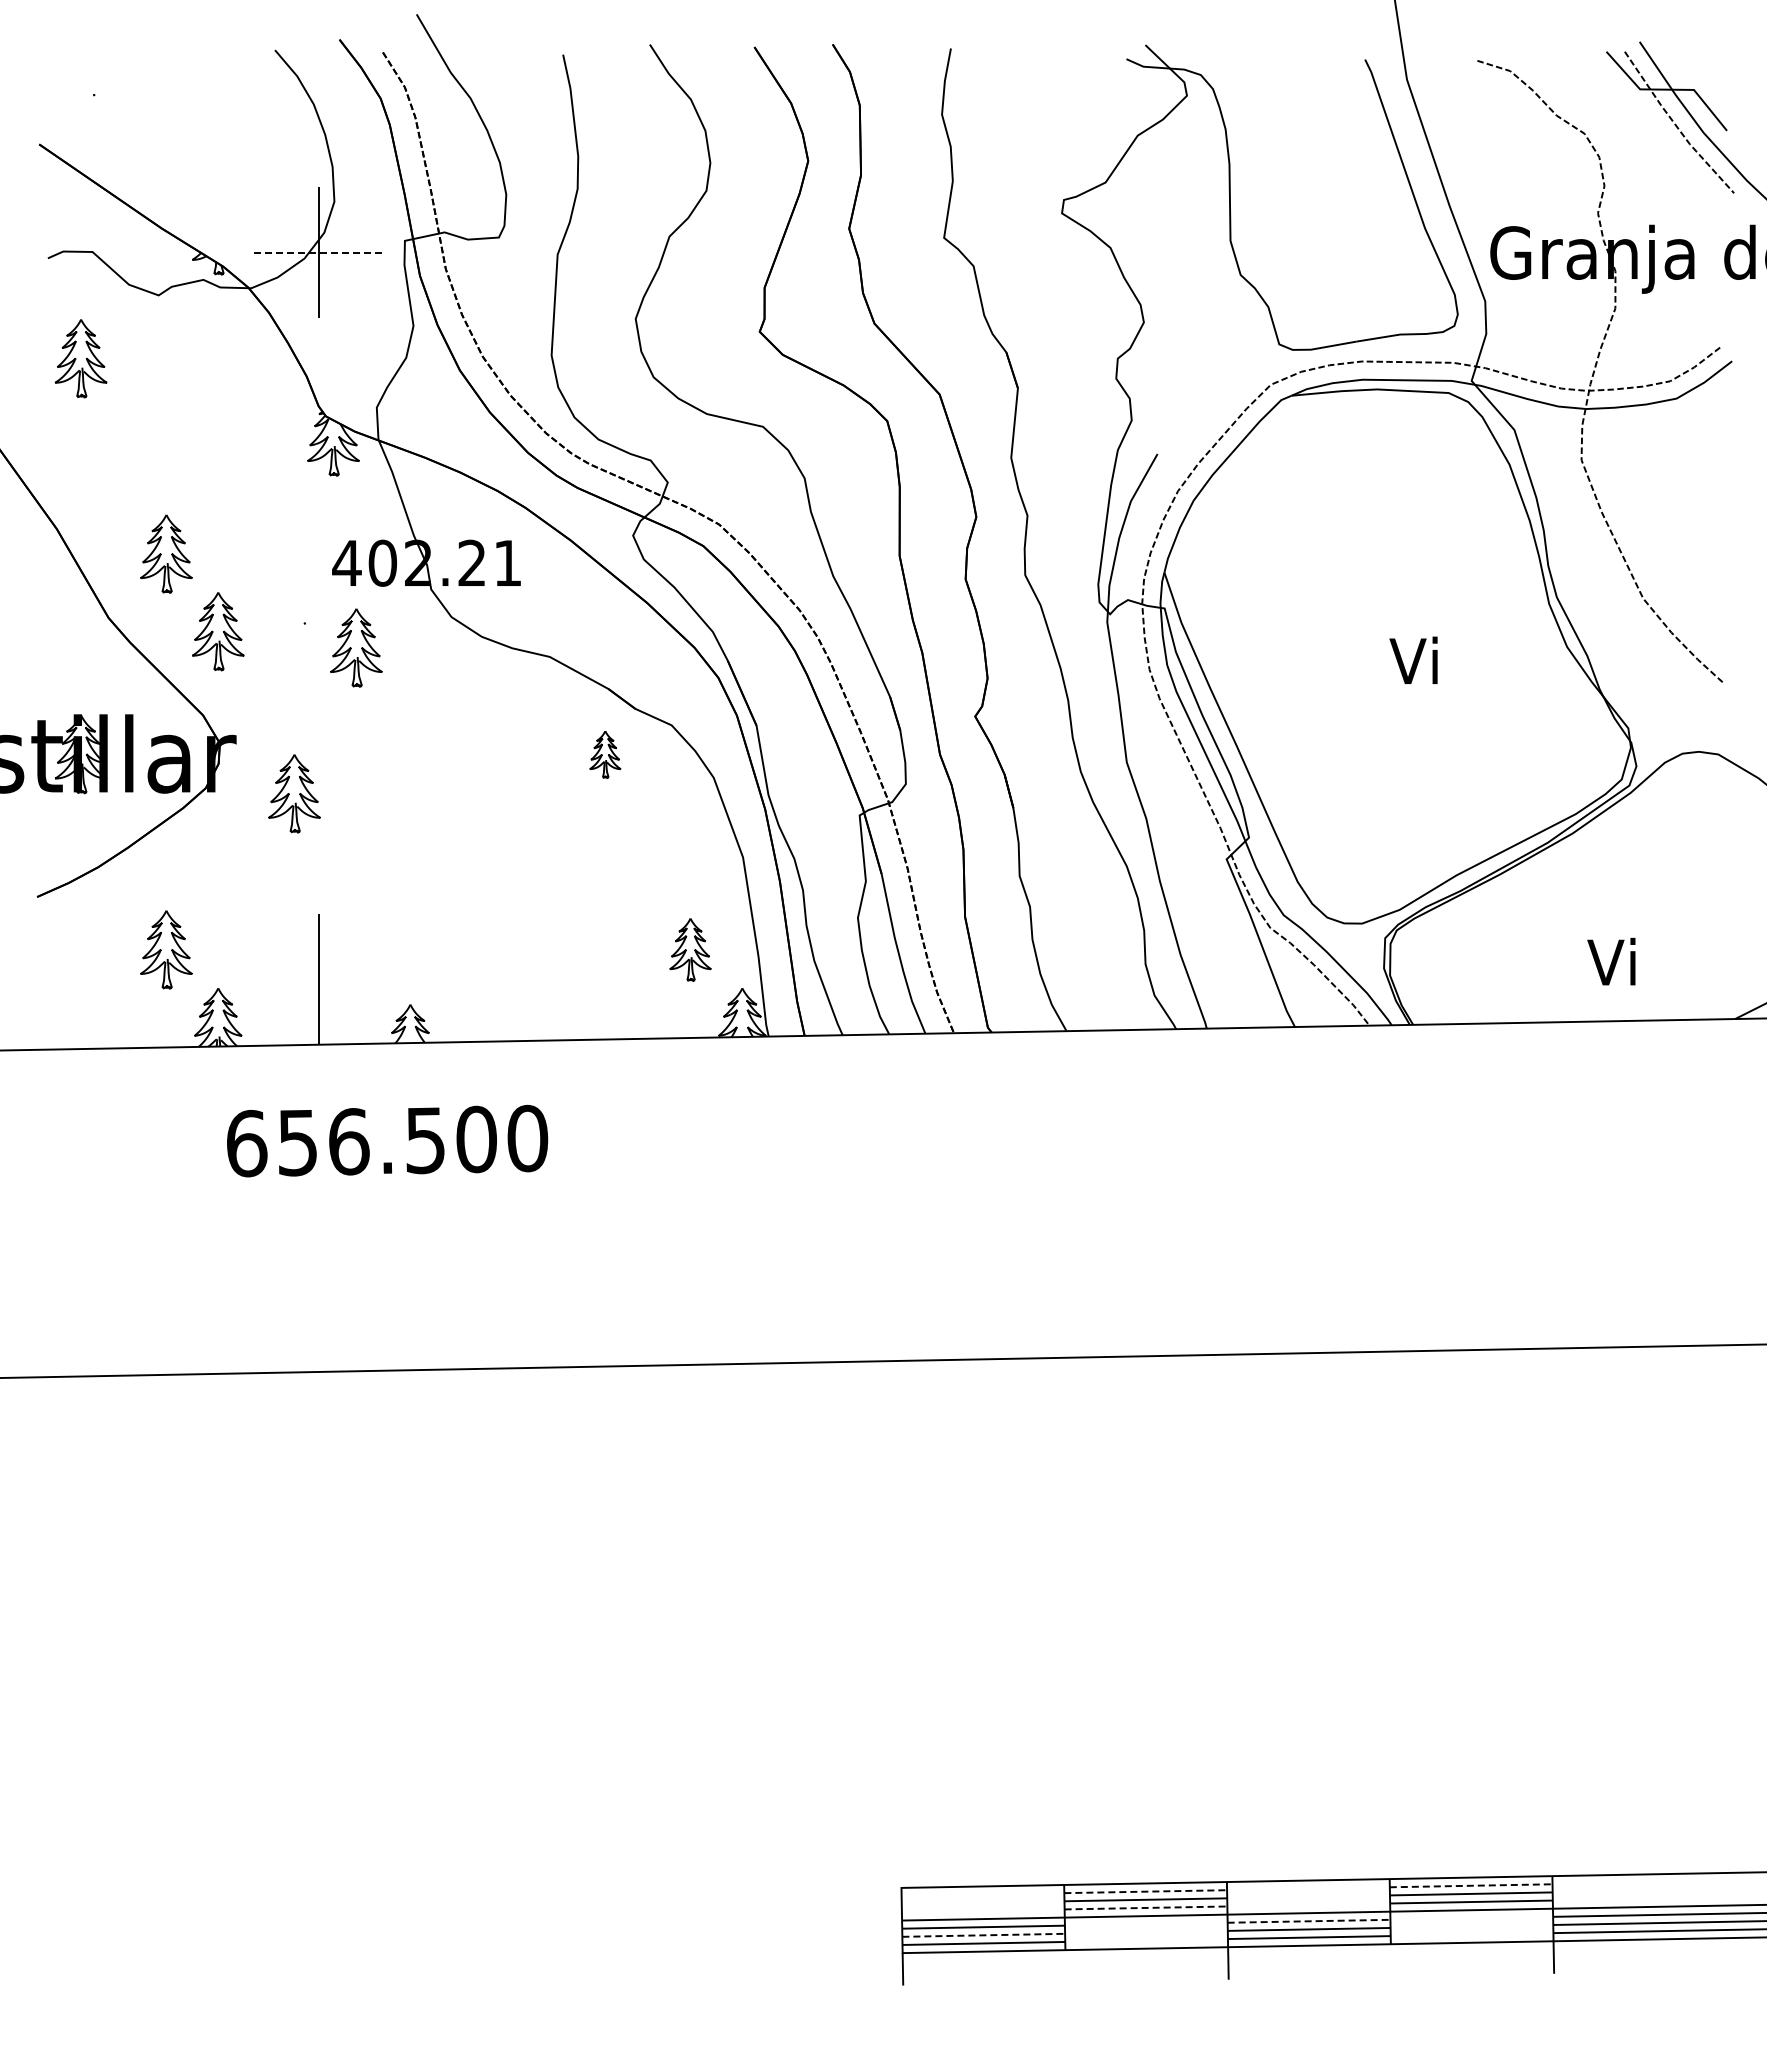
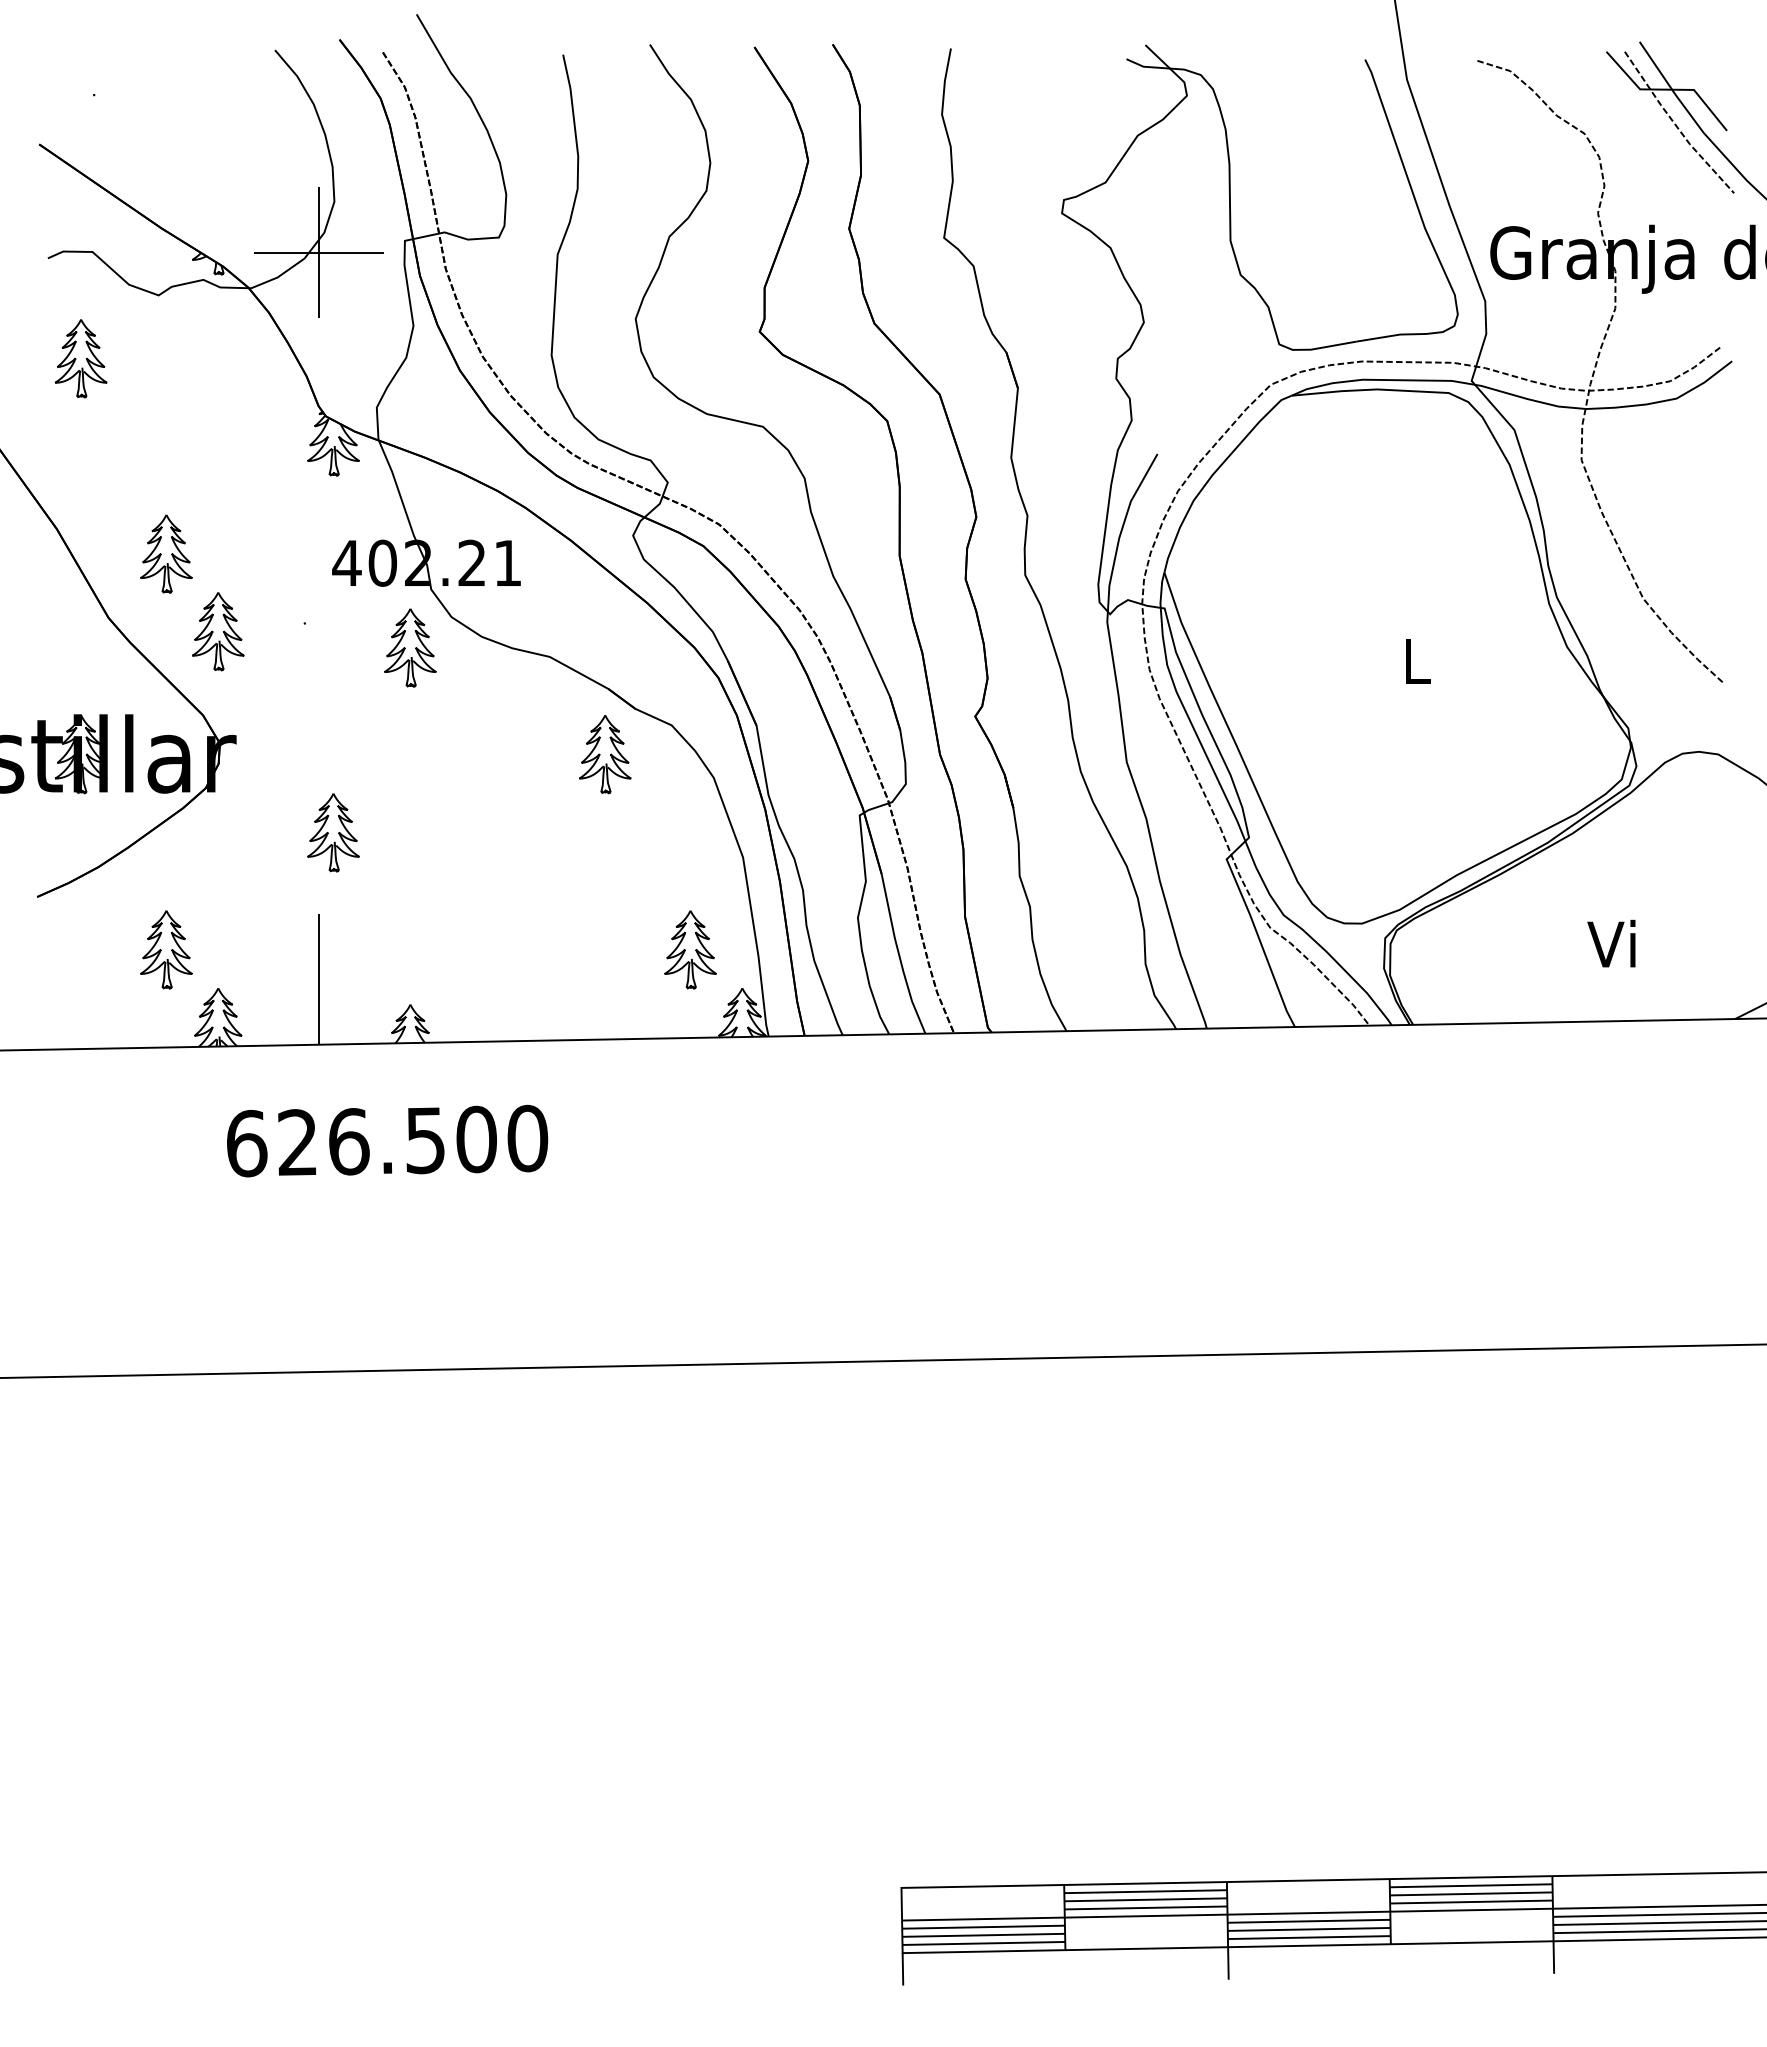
line at (319, 252): dashed -> solid
part at (356, 647) position: (356, 647) -> (410, 647)
text at (1413, 660): Vi -> L
part at (605, 754) size: 33x48 px -> 53x80 px
part at (294, 793) position: (294, 793) -> (333, 832)
part at (690, 949) size: 43x64 px -> 53x80 px
text at (1611, 961) position: (1611, 961) -> (1611, 943)
text at (297, 1142): 656.500 -> 626.500
line at (1471, 1885): dashed -> solid
line at (1146, 1891): dashed -> solid
line at (1146, 1907): dashed -> solid
line at (1309, 1921): dashed -> solid
line at (984, 1935): dashed -> solid
